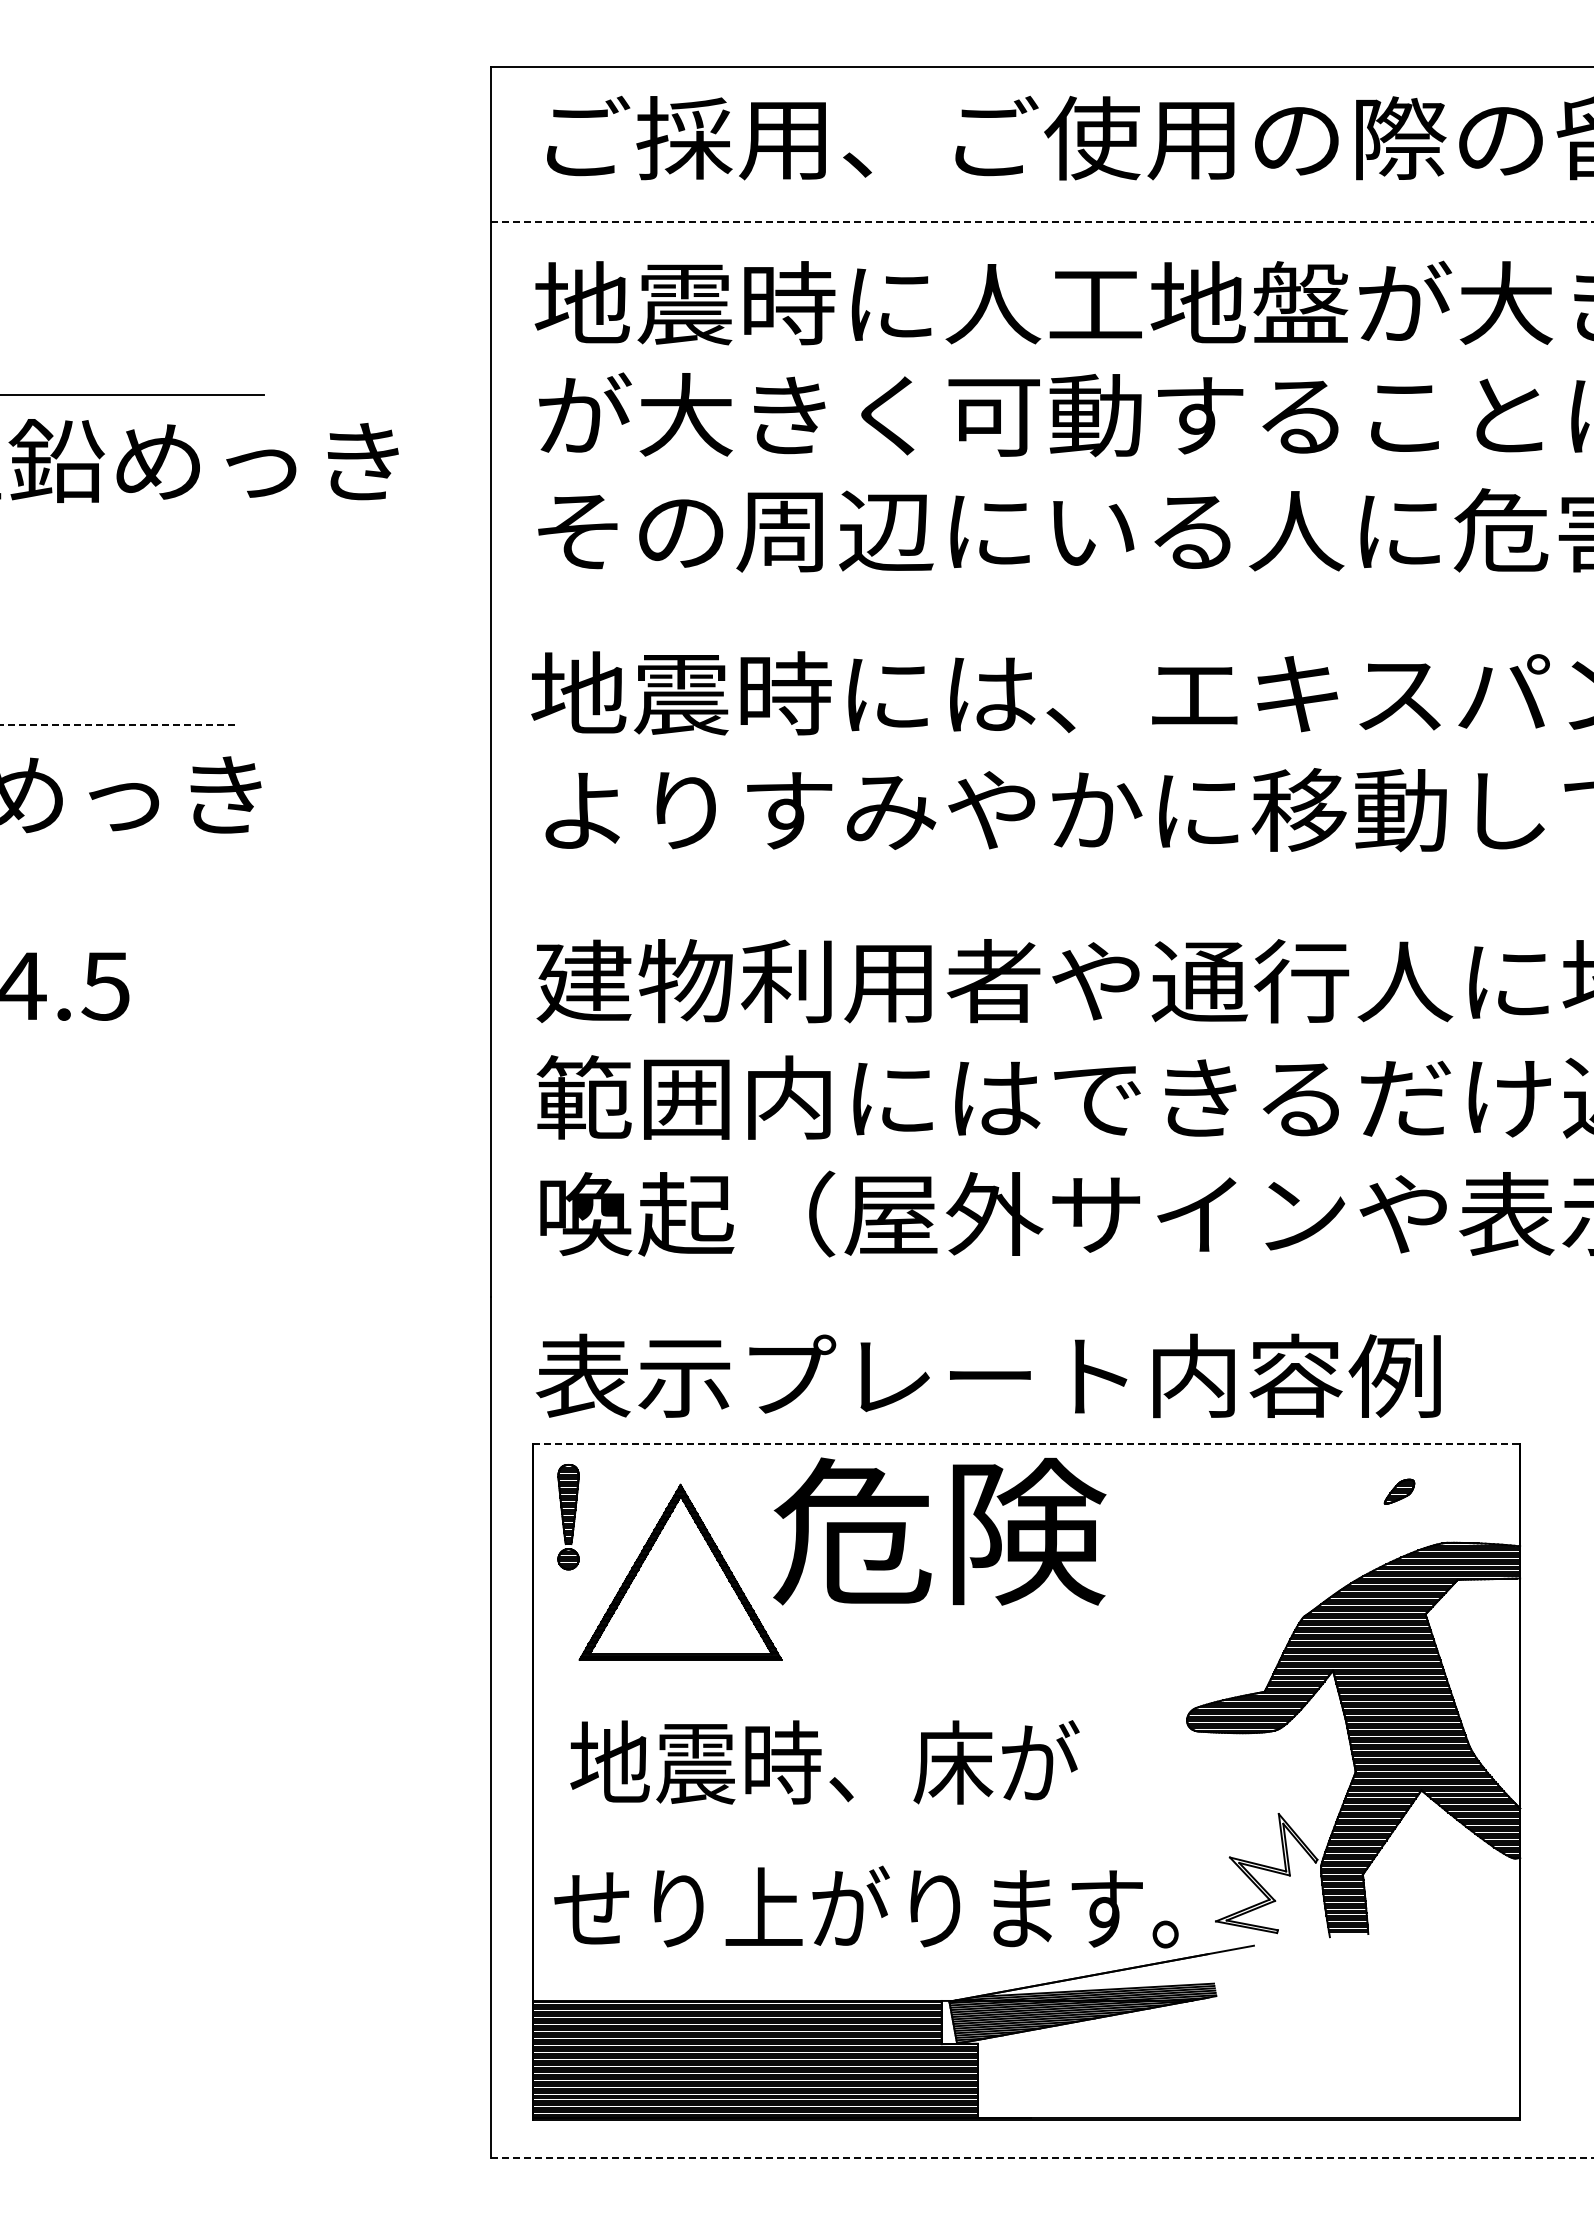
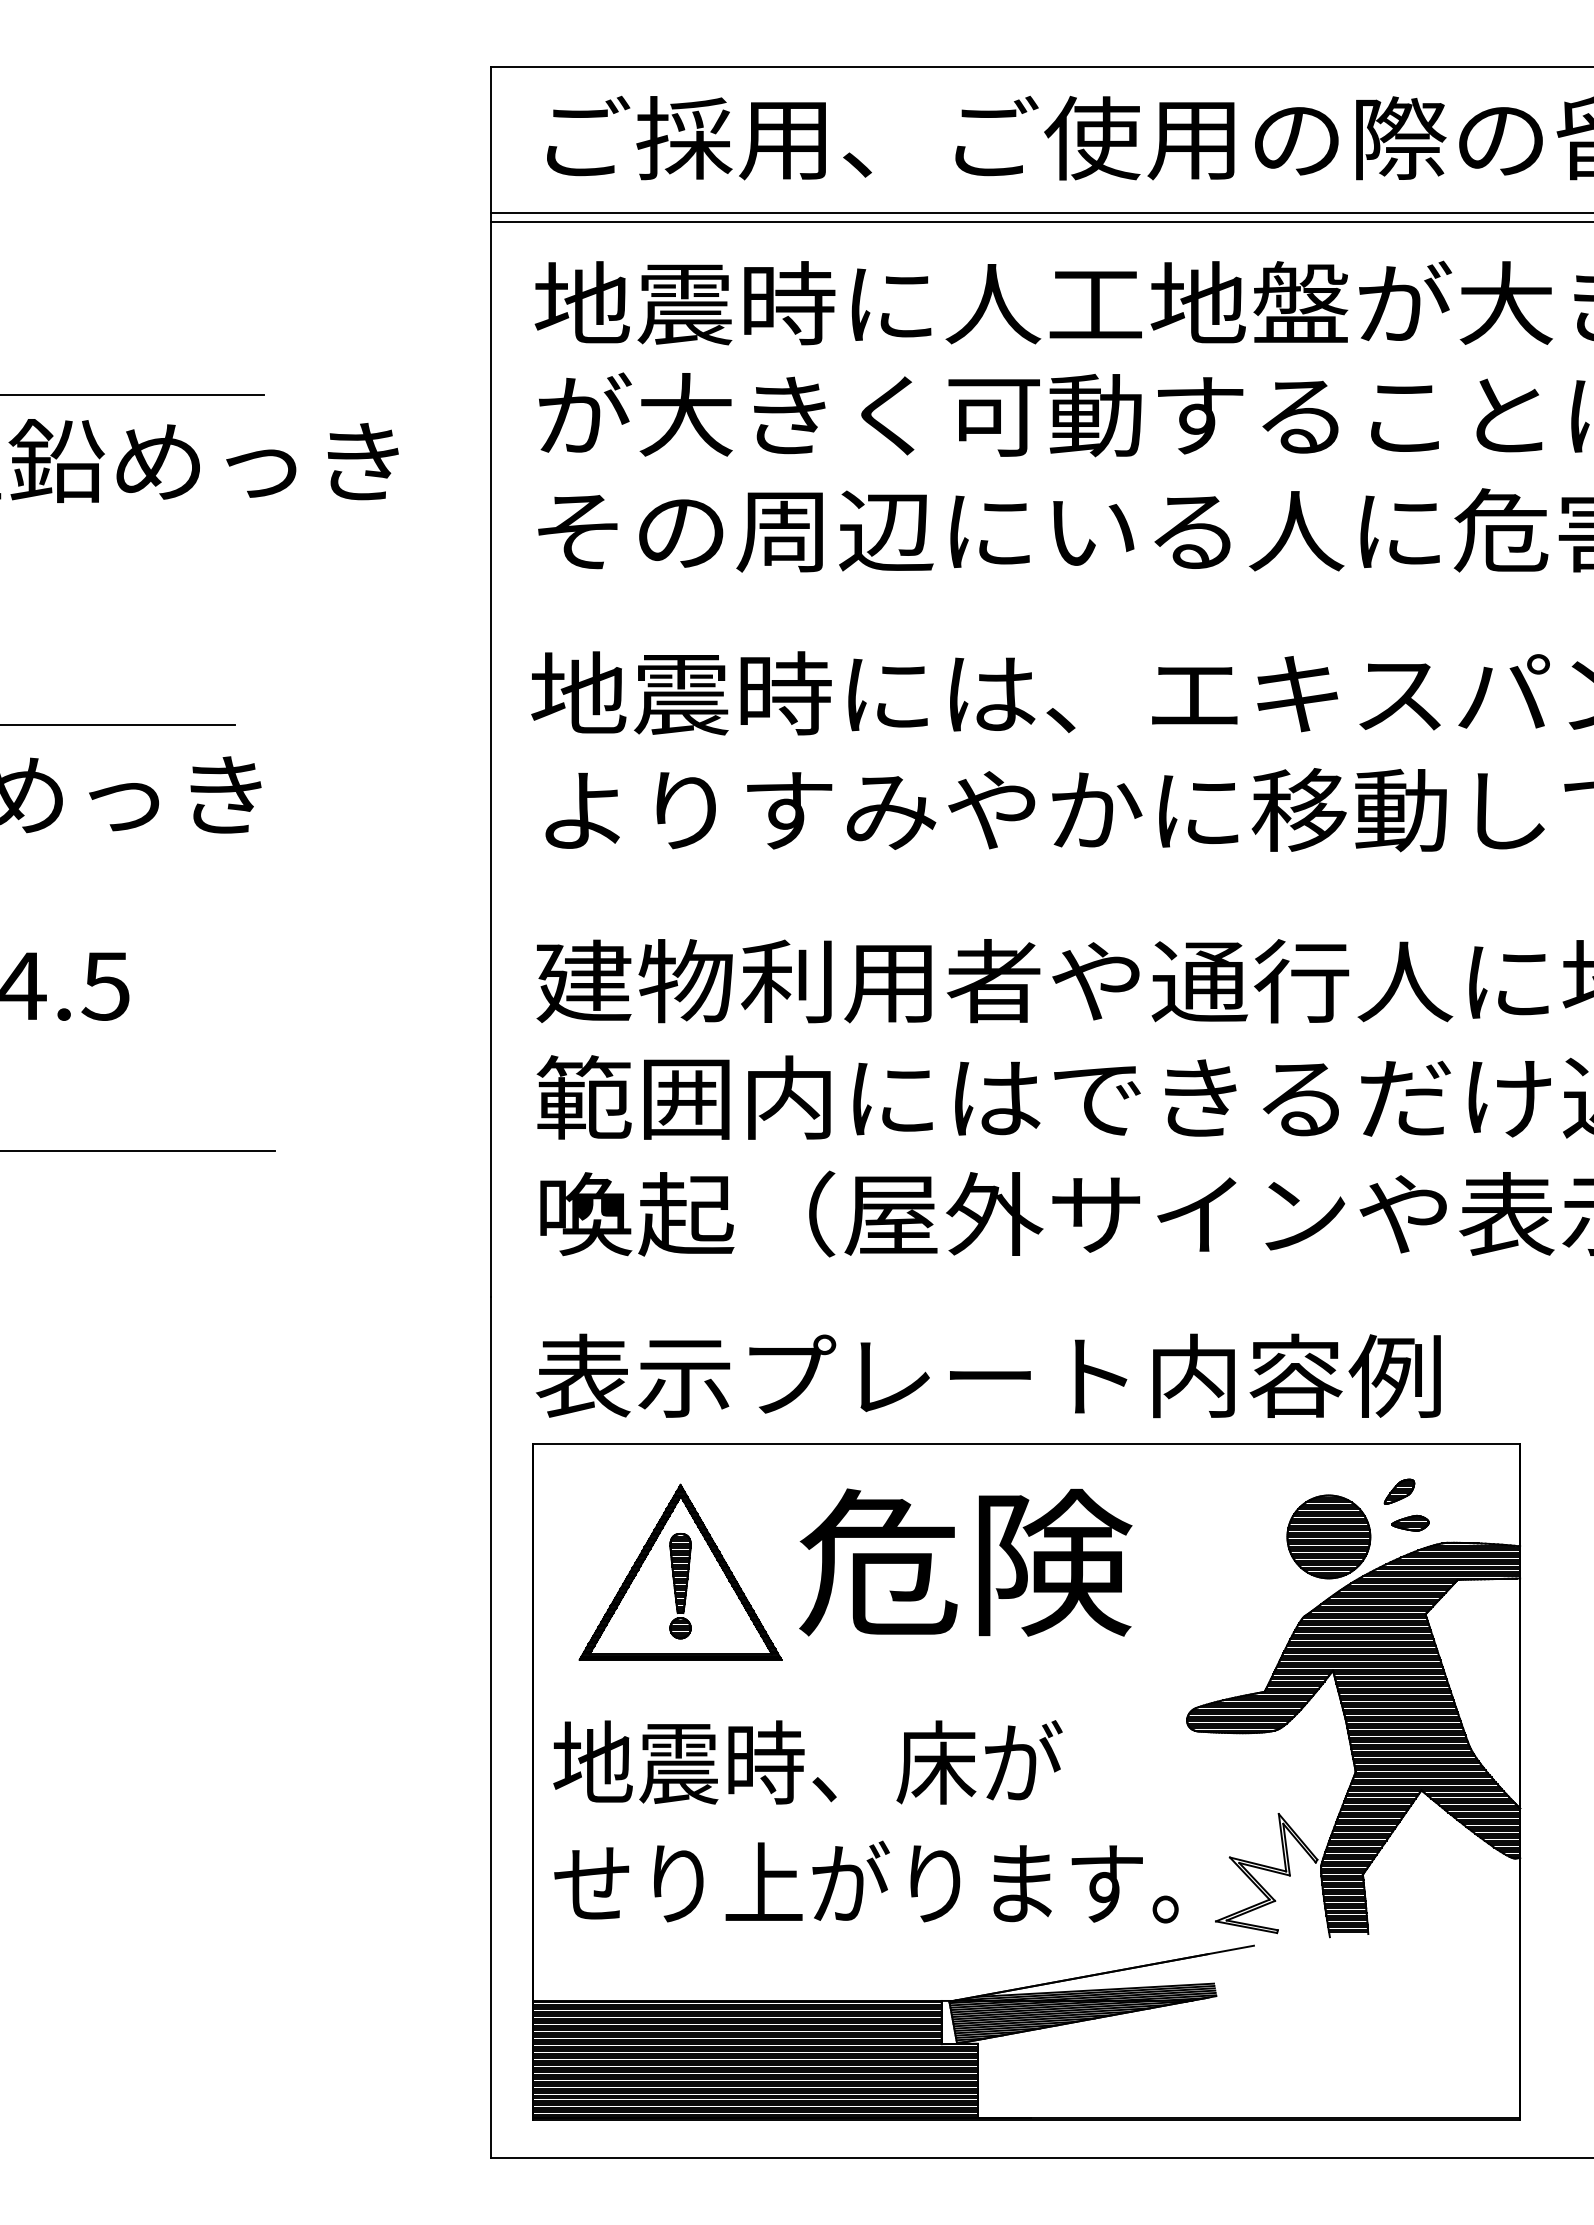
line at (1040, 212): none -> present
line at (1042, 221): dashed -> solid
line at (117, 725): dashed -> solid
line at (138, 1150): none -> present
line at (1026, 1444): dashed -> solid
part at (568, 1517) position: (568, 1517) -> (680, 1586)
part at (1410, 1522): none -> present
text at (939, 1531) position: (939, 1531) -> (965, 1562)
part at (1328, 1536): none -> present
text at (824, 1762) position: (824, 1762) -> (807, 1762)
text at (866, 1906) position: (866, 1906) -> (866, 1881)
line at (1042, 2158): dashed -> solid
